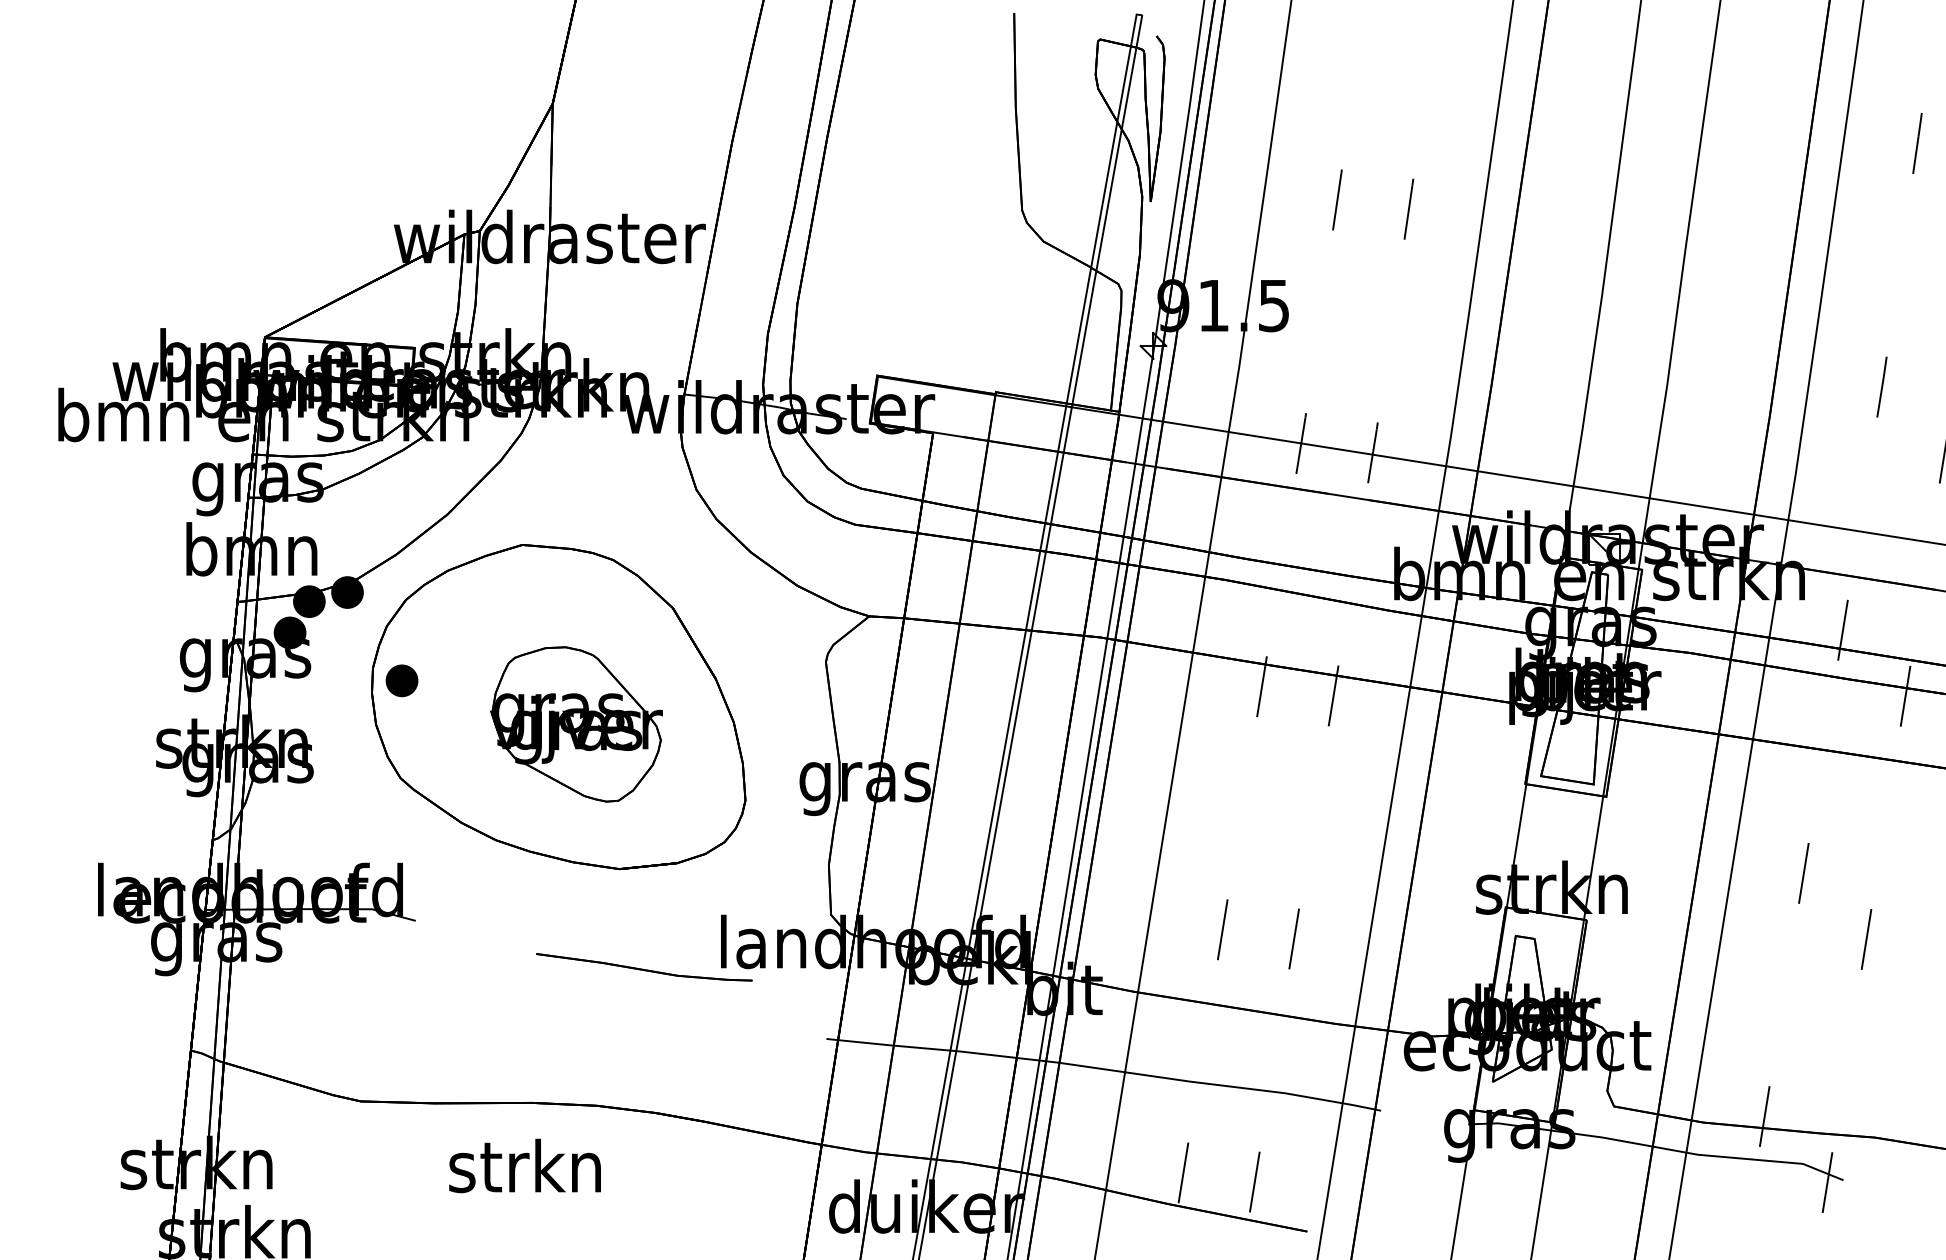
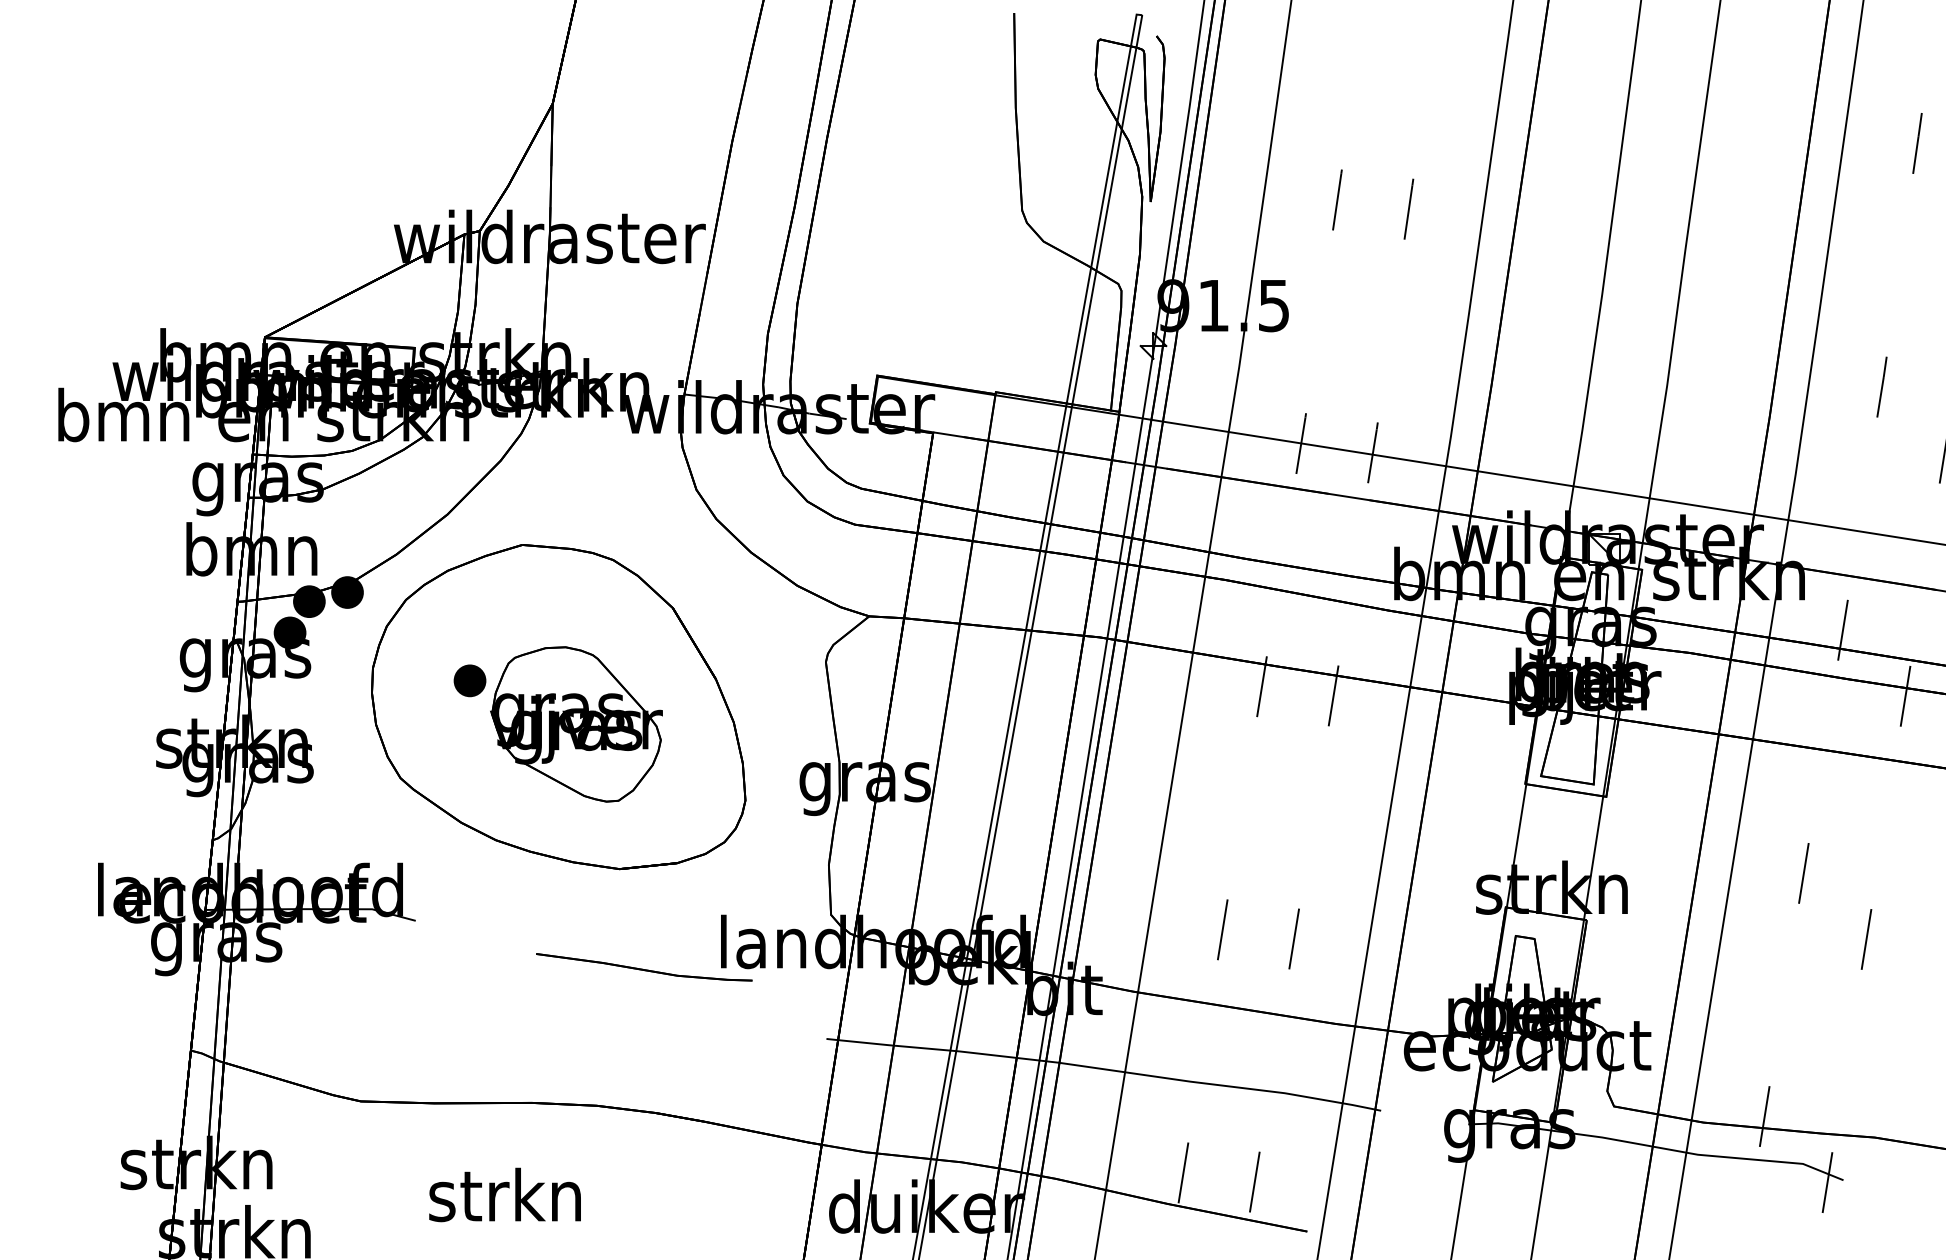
part at (401, 680) position: (401, 680) -> (469, 680)
text at (524, 1165) position: (524, 1165) -> (504, 1194)
